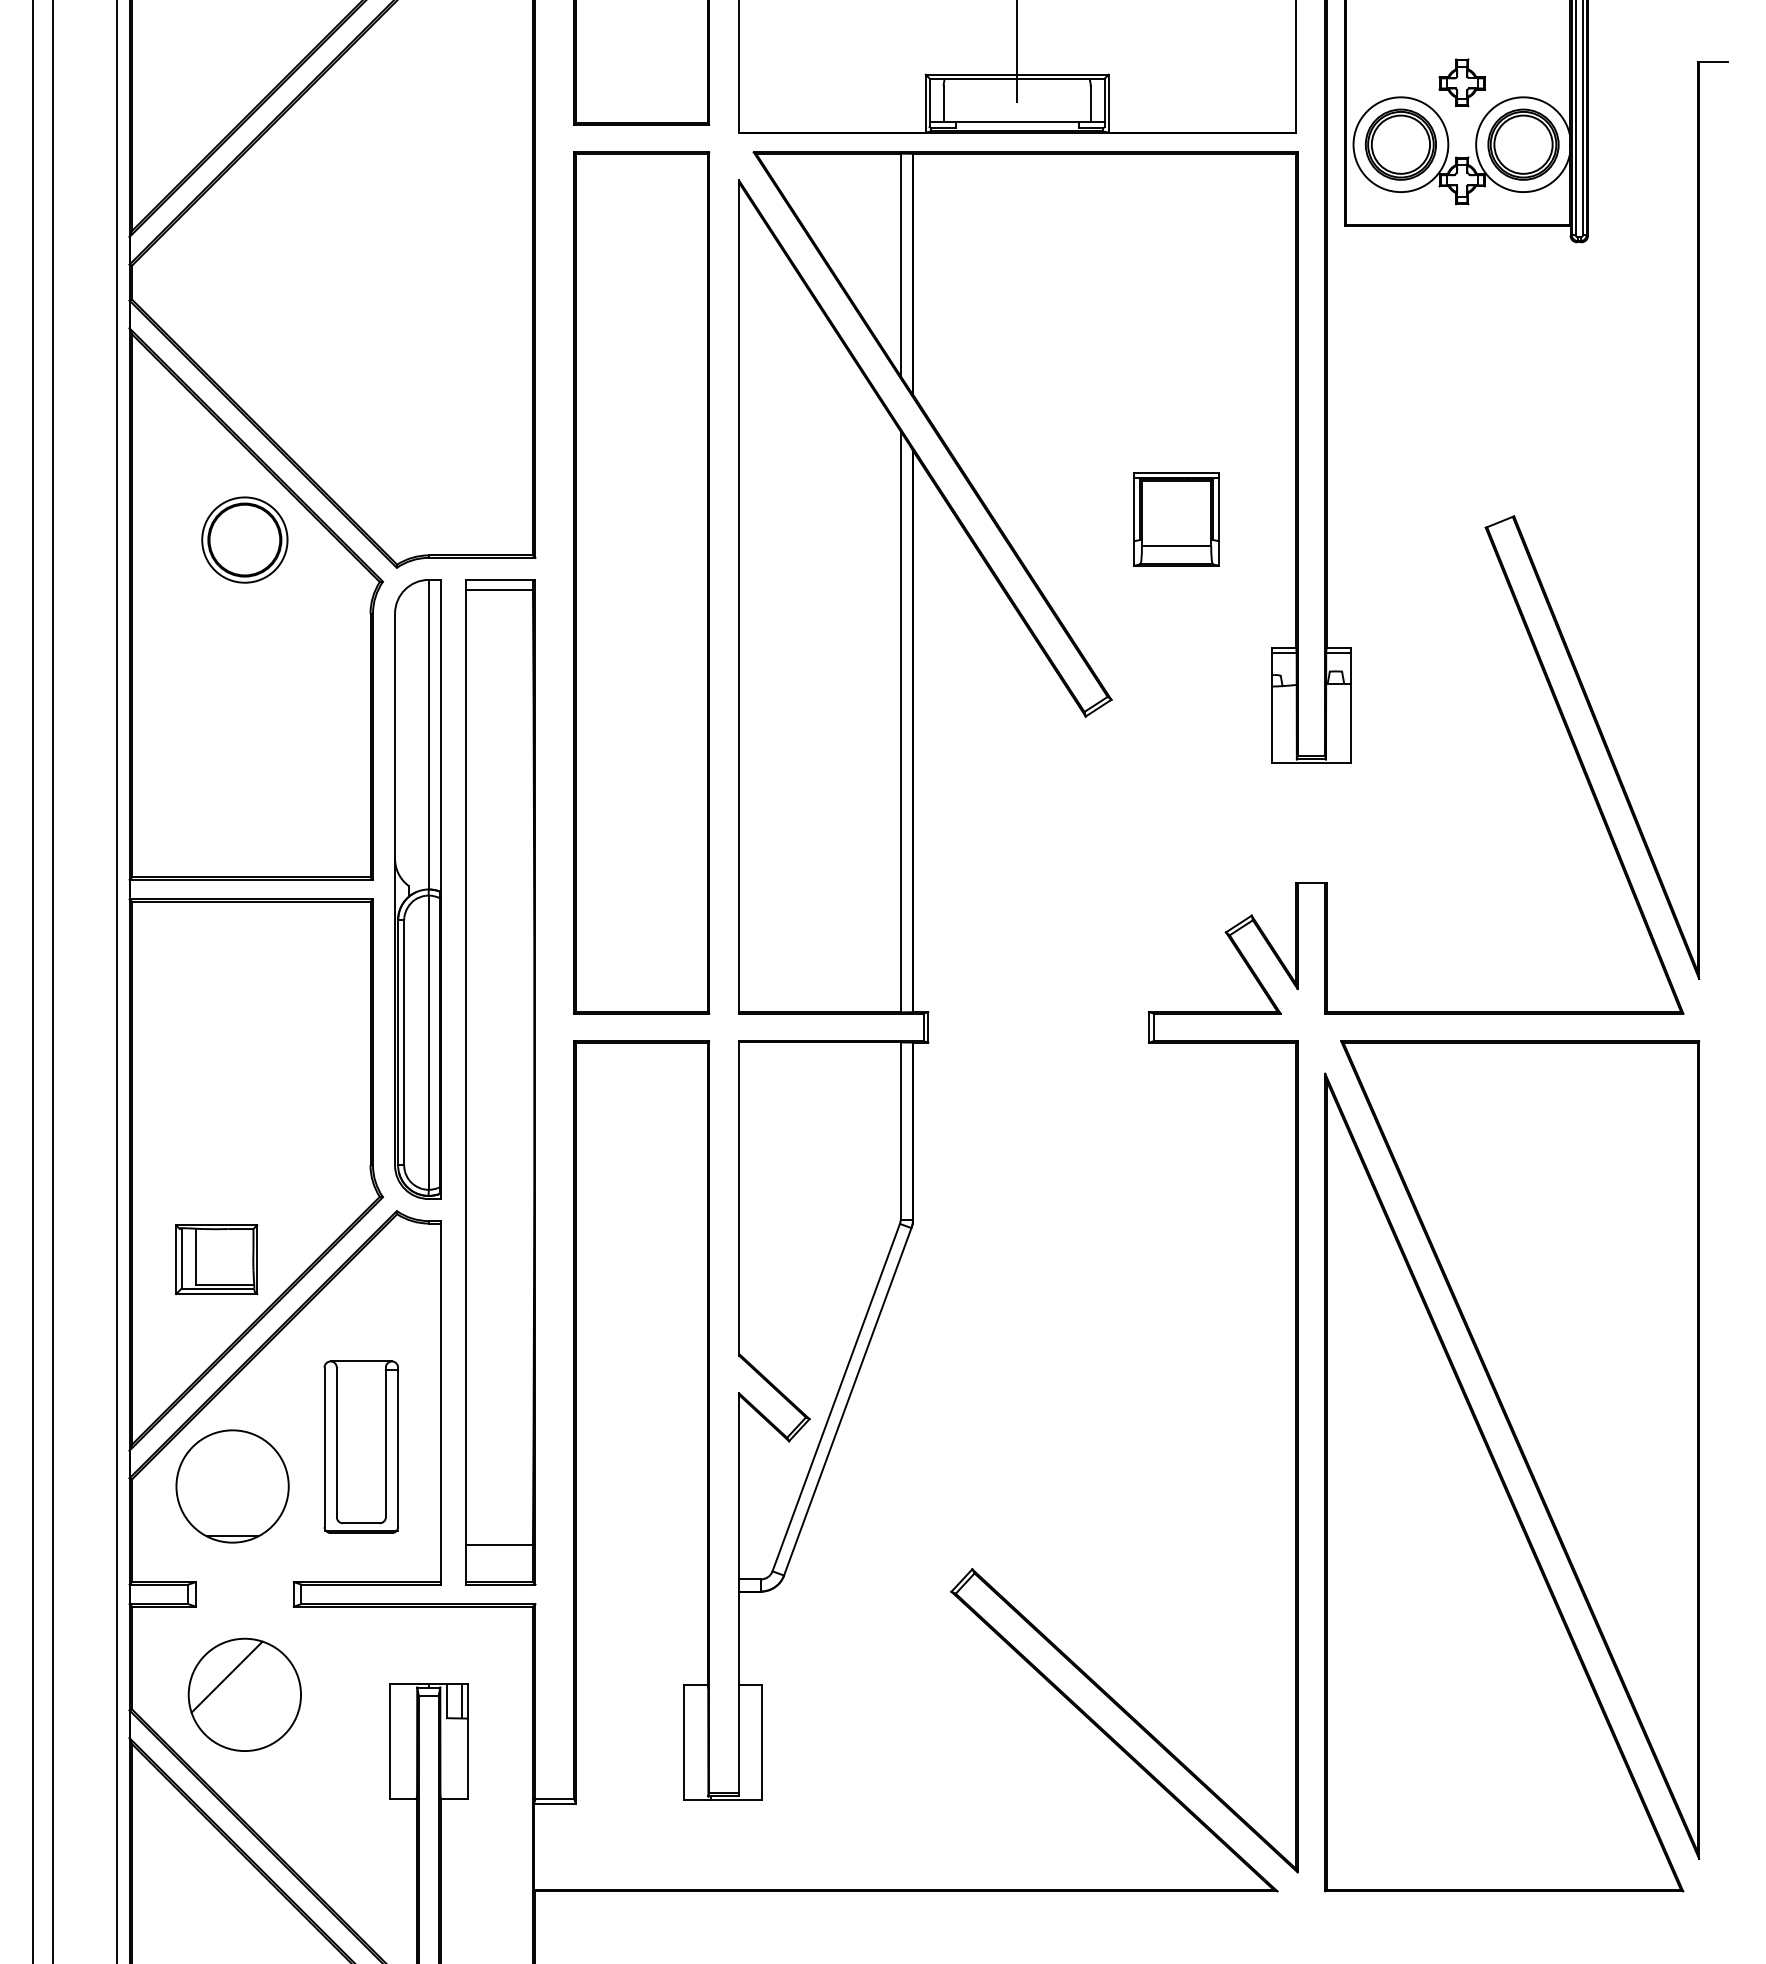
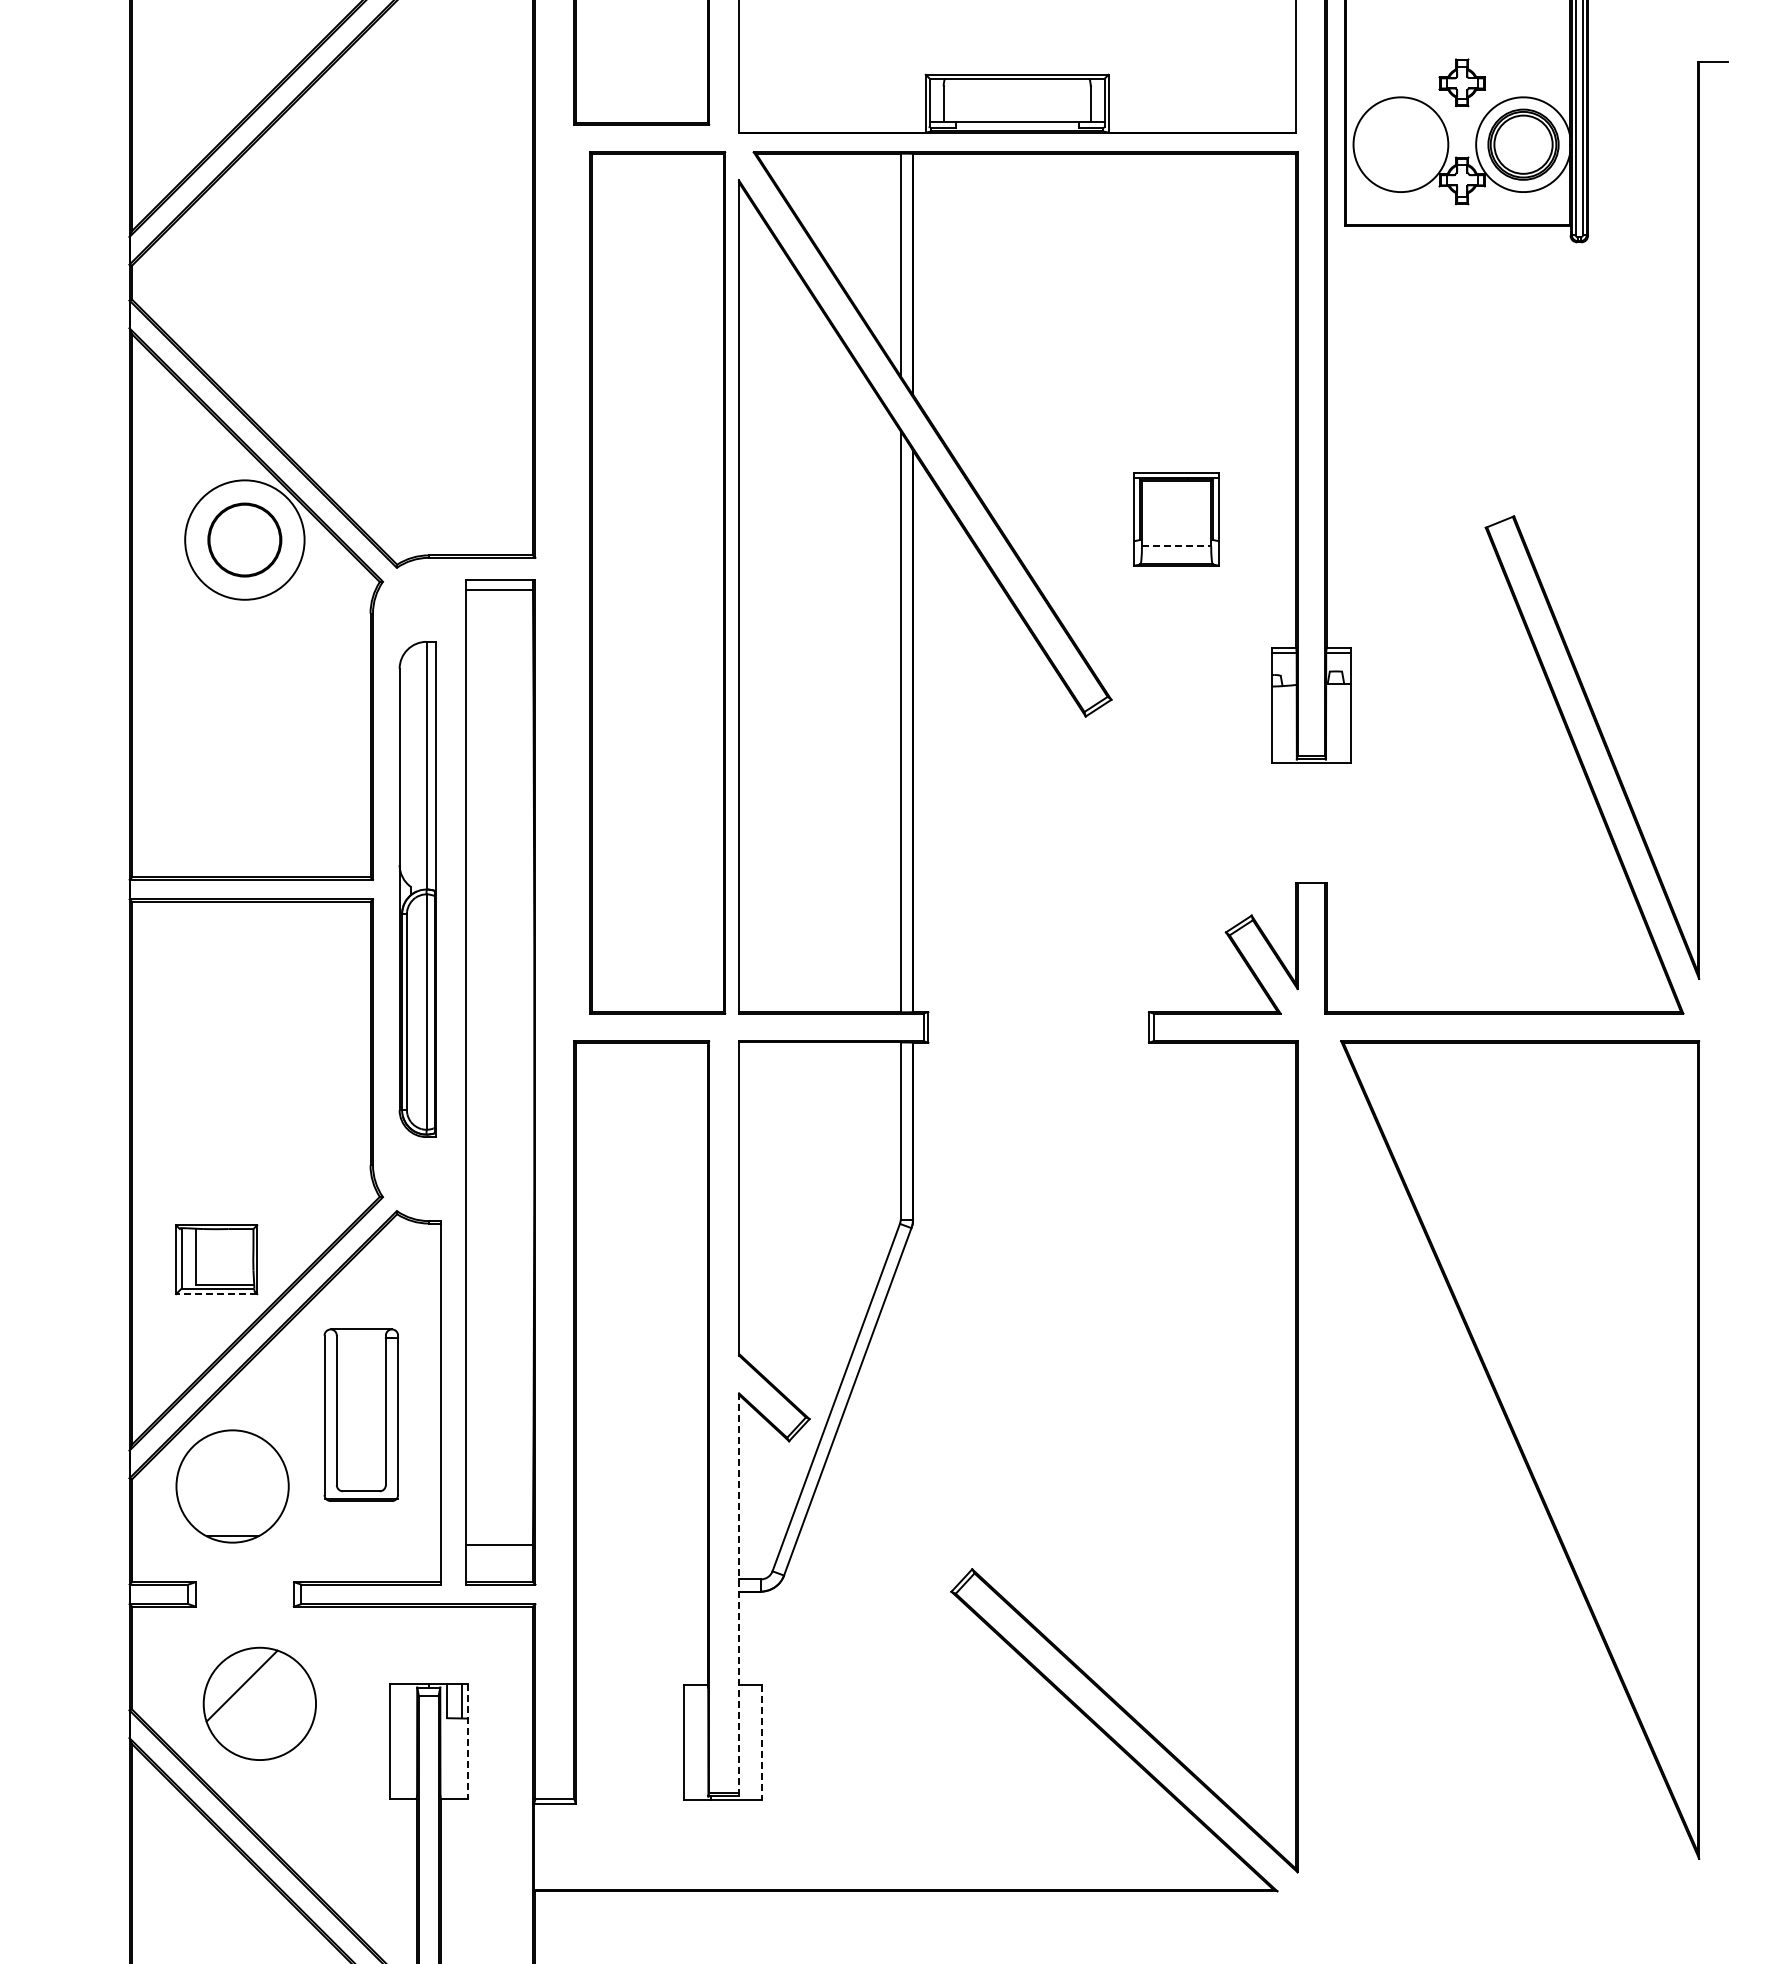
line at (1017, 52): present -> none
part at (1400, 144): present -> none
circle at (244, 539) diameter: 85 px -> 119 px
line at (1176, 546): solid -> dashed
part at (641, 582) position: (641, 582) -> (657, 582)
part at (417, 889) size: 48x621 px -> 39x497 px
line at (33, 981): present -> none
line at (53, 981): present -> none
line at (117, 981): present -> none
line at (216, 1294): solid -> dashed
part at (360, 1446) position: (360, 1446) -> (360, 1414)
part at (1504, 1482): present -> none
line at (739, 1594): solid -> dashed
part at (244, 1694) position: (244, 1694) -> (259, 1703)
line at (467, 1741): solid -> dashed
line at (762, 1742): solid -> dashed
